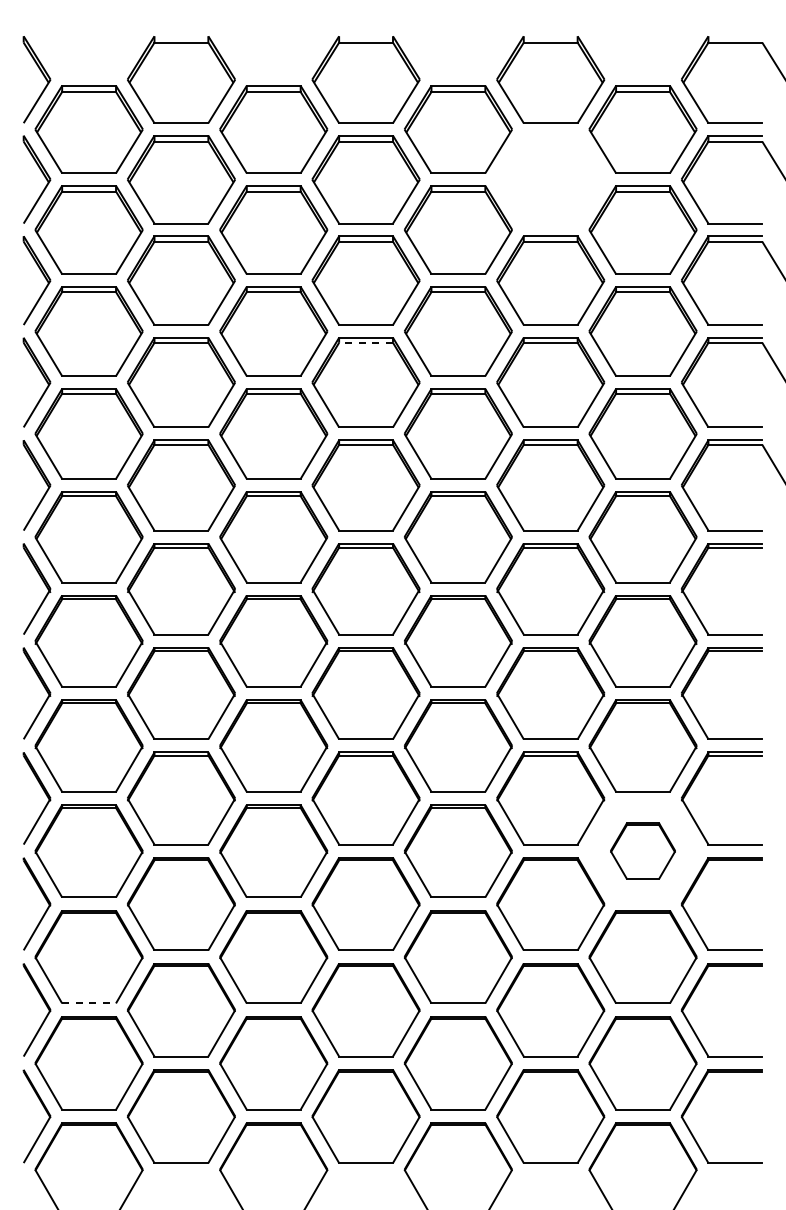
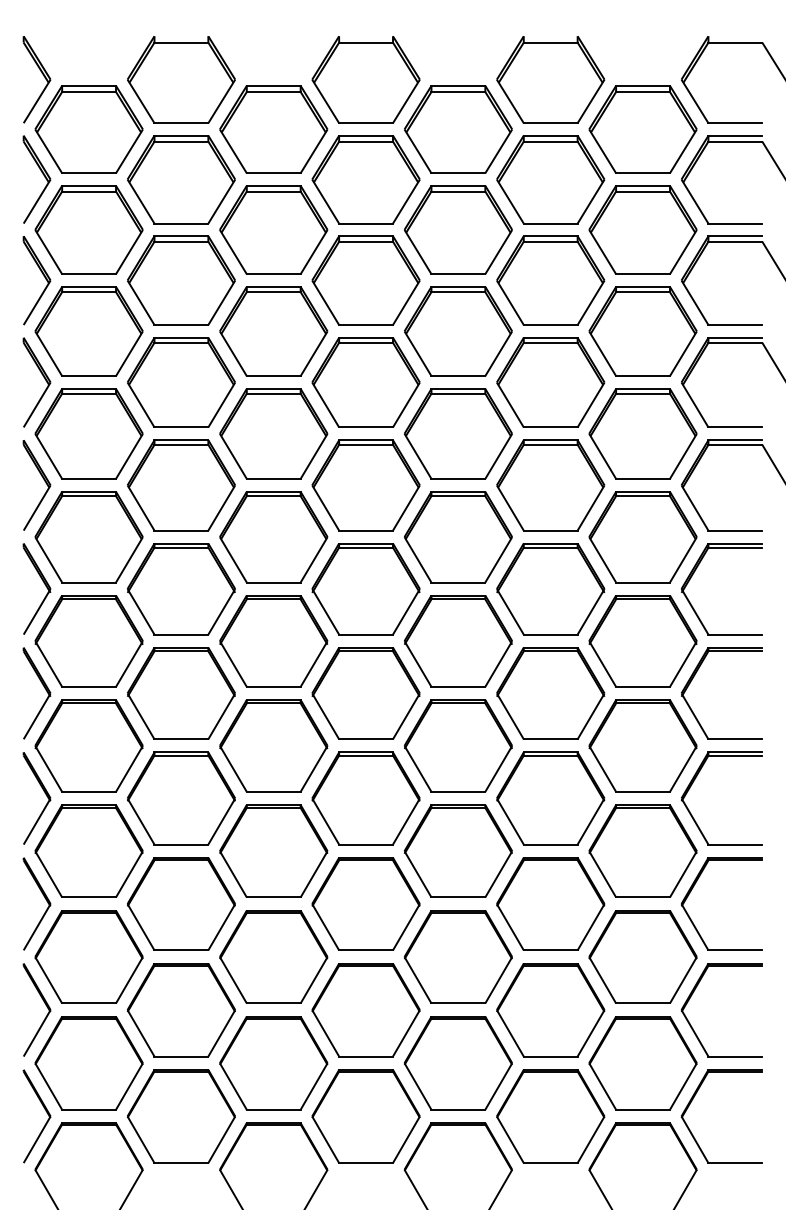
part at (550, 179): none -> present
line at (366, 342): dashed -> solid
part at (642, 850) size: 66x58 px -> 110x94 px
line at (89, 1003): dashed -> solid
